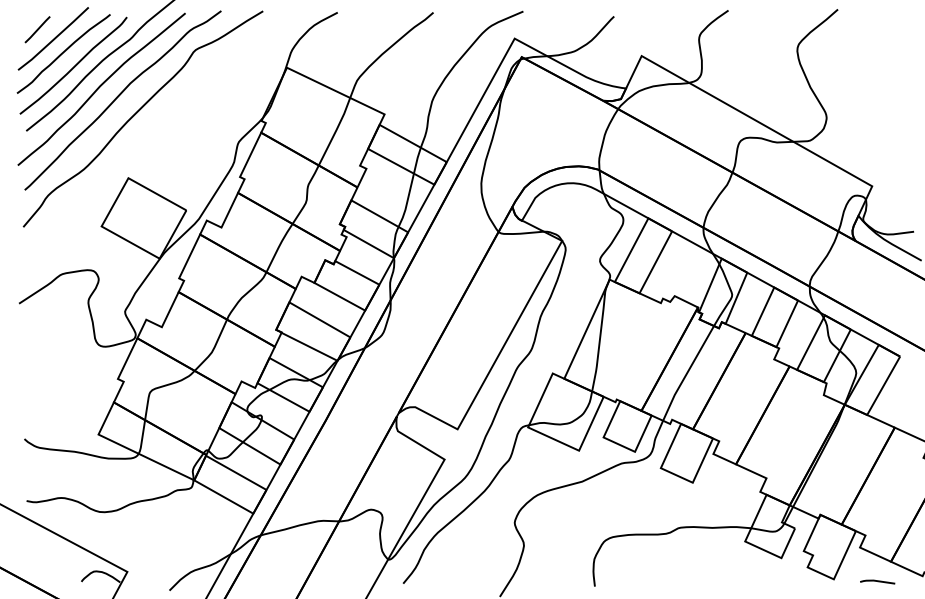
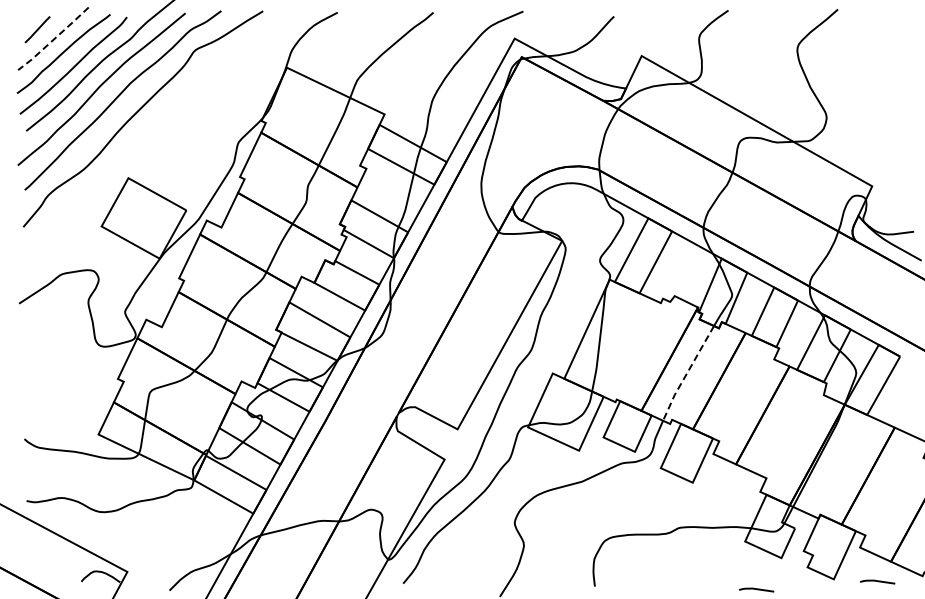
line at (53, 39): solid -> dashed
line at (687, 373): solid -> dashed
line at (756, 589): none -> present
